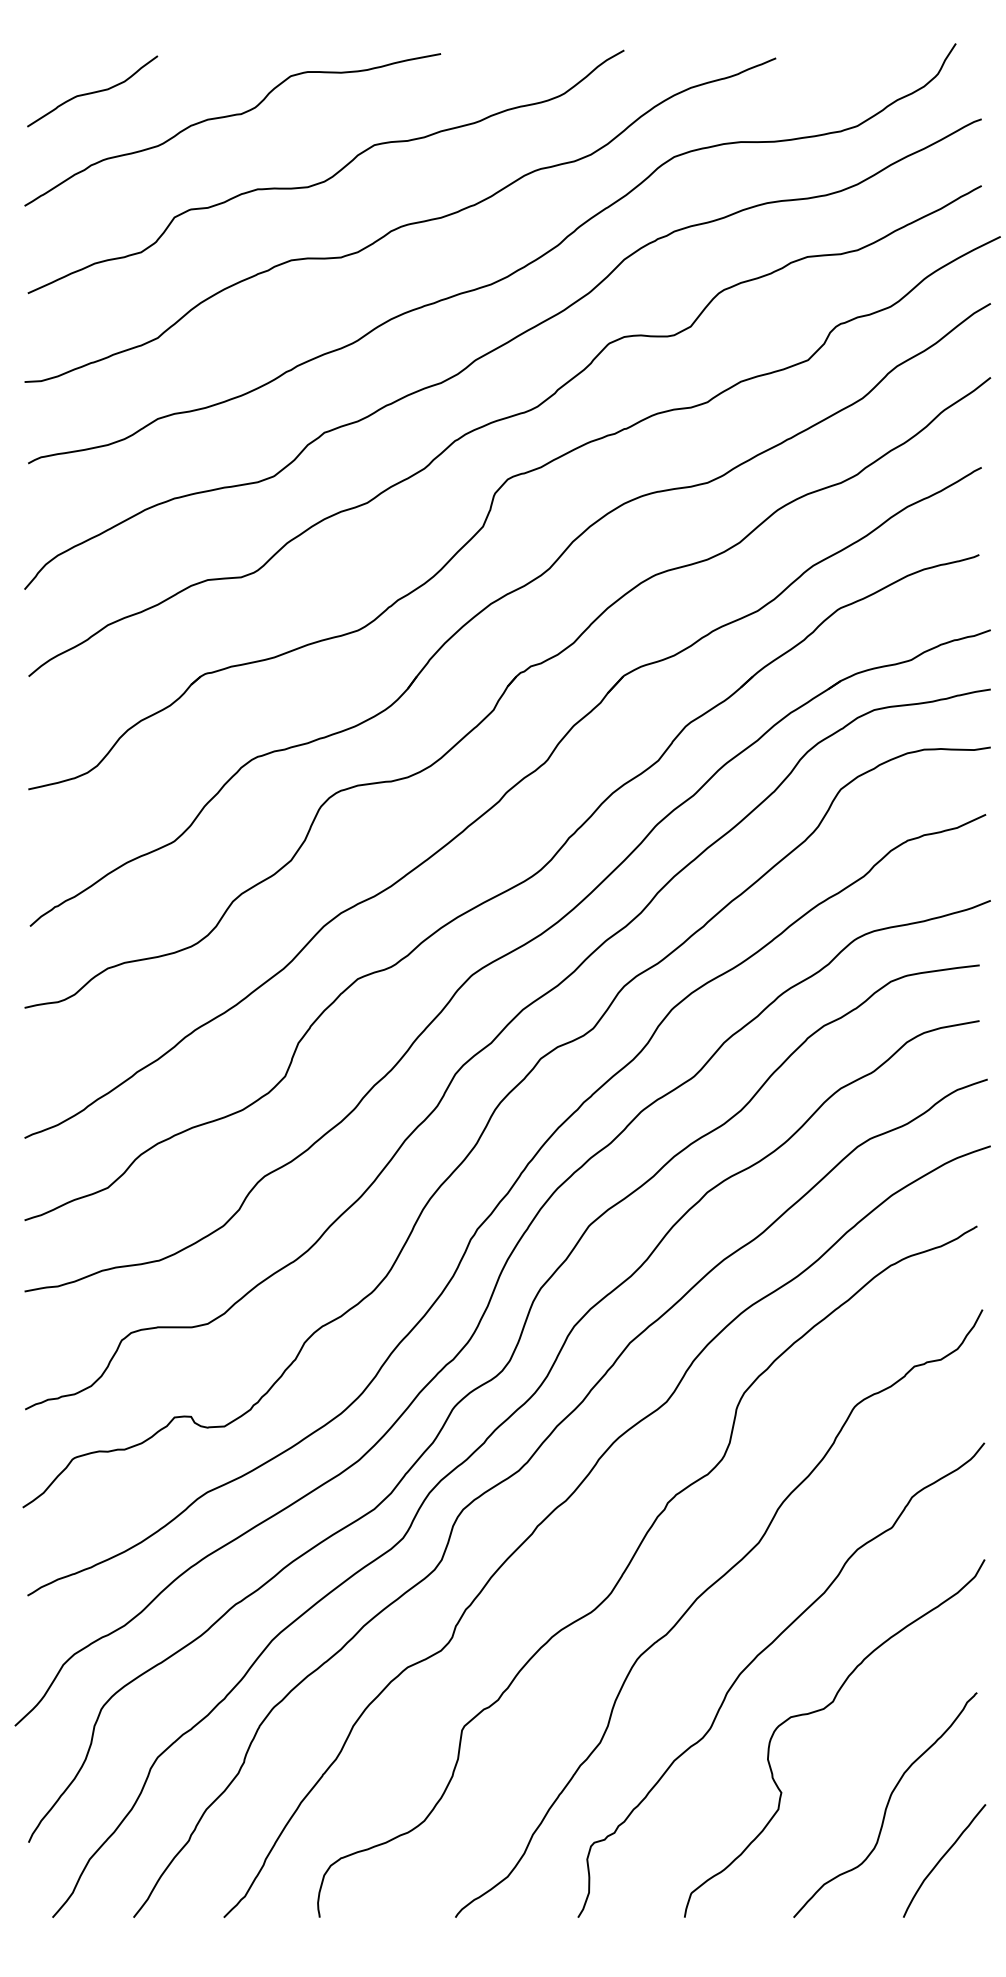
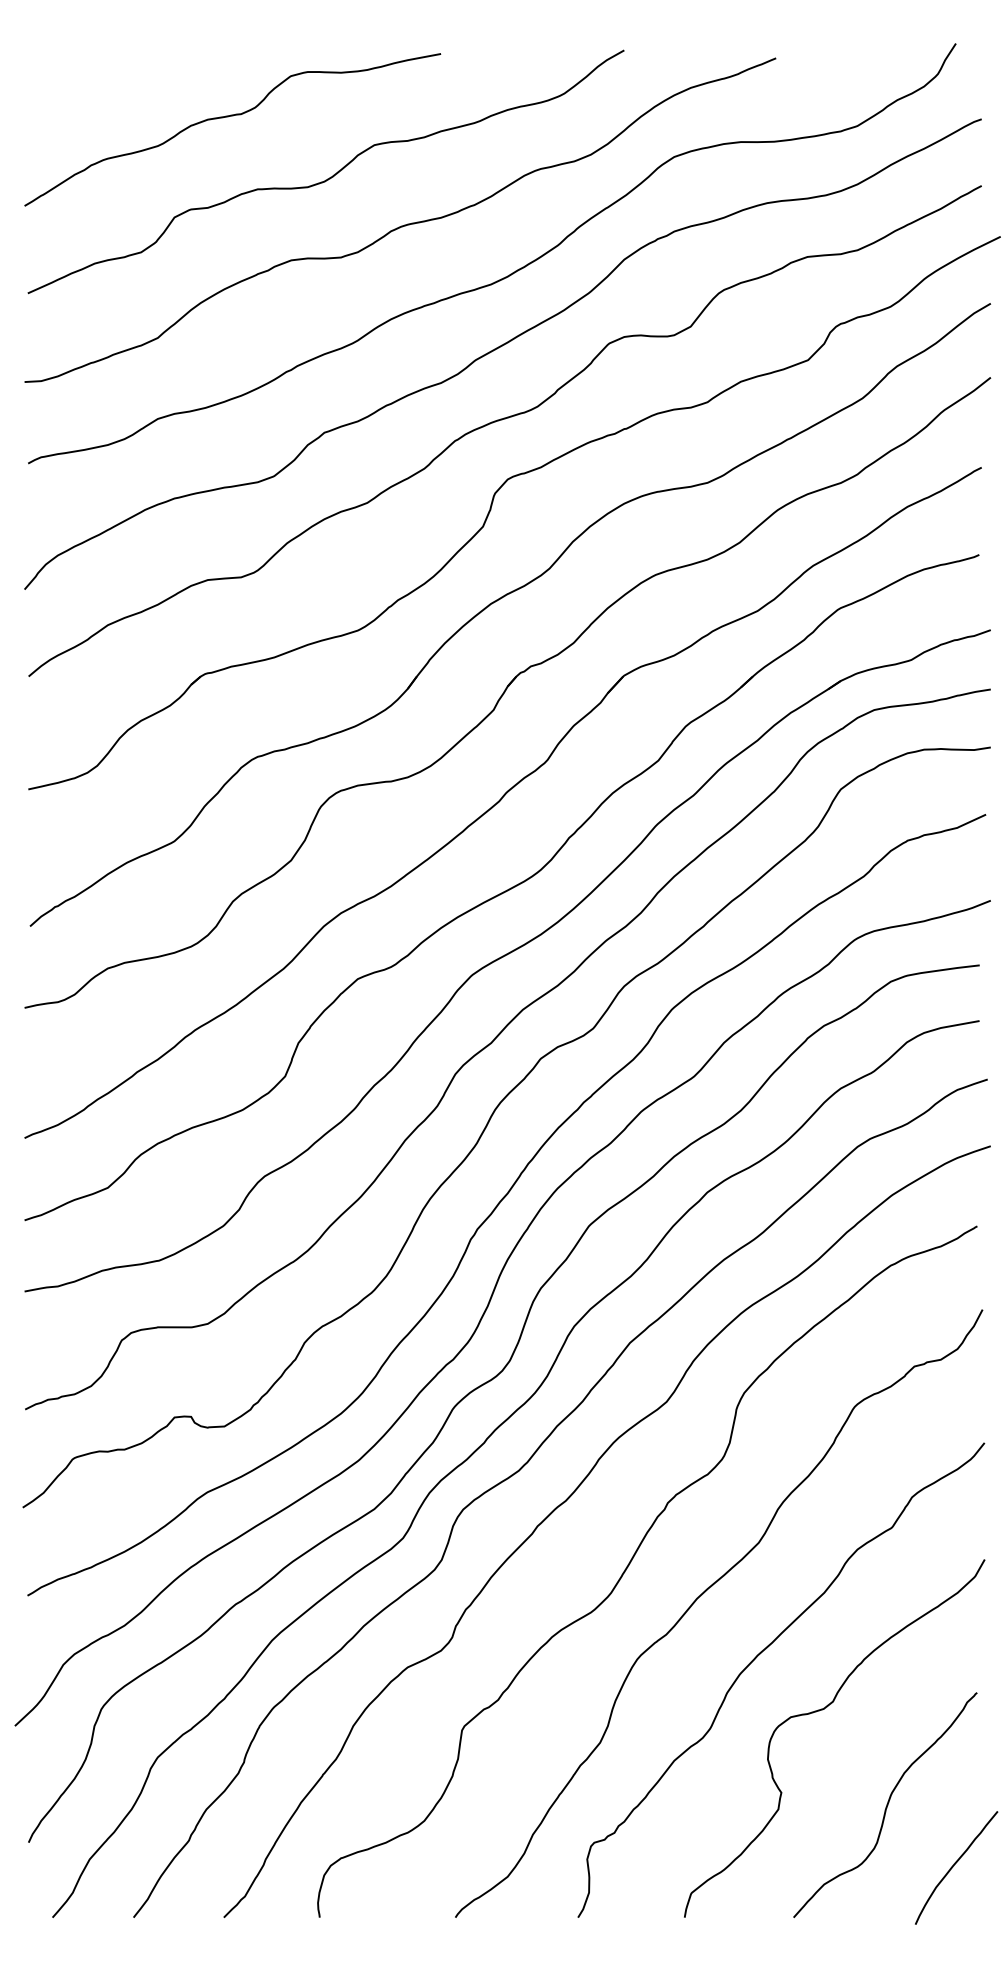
curve at (93, 91): present -> none
curve at (942, 1858) position: (942, 1858) -> (954, 1865)
